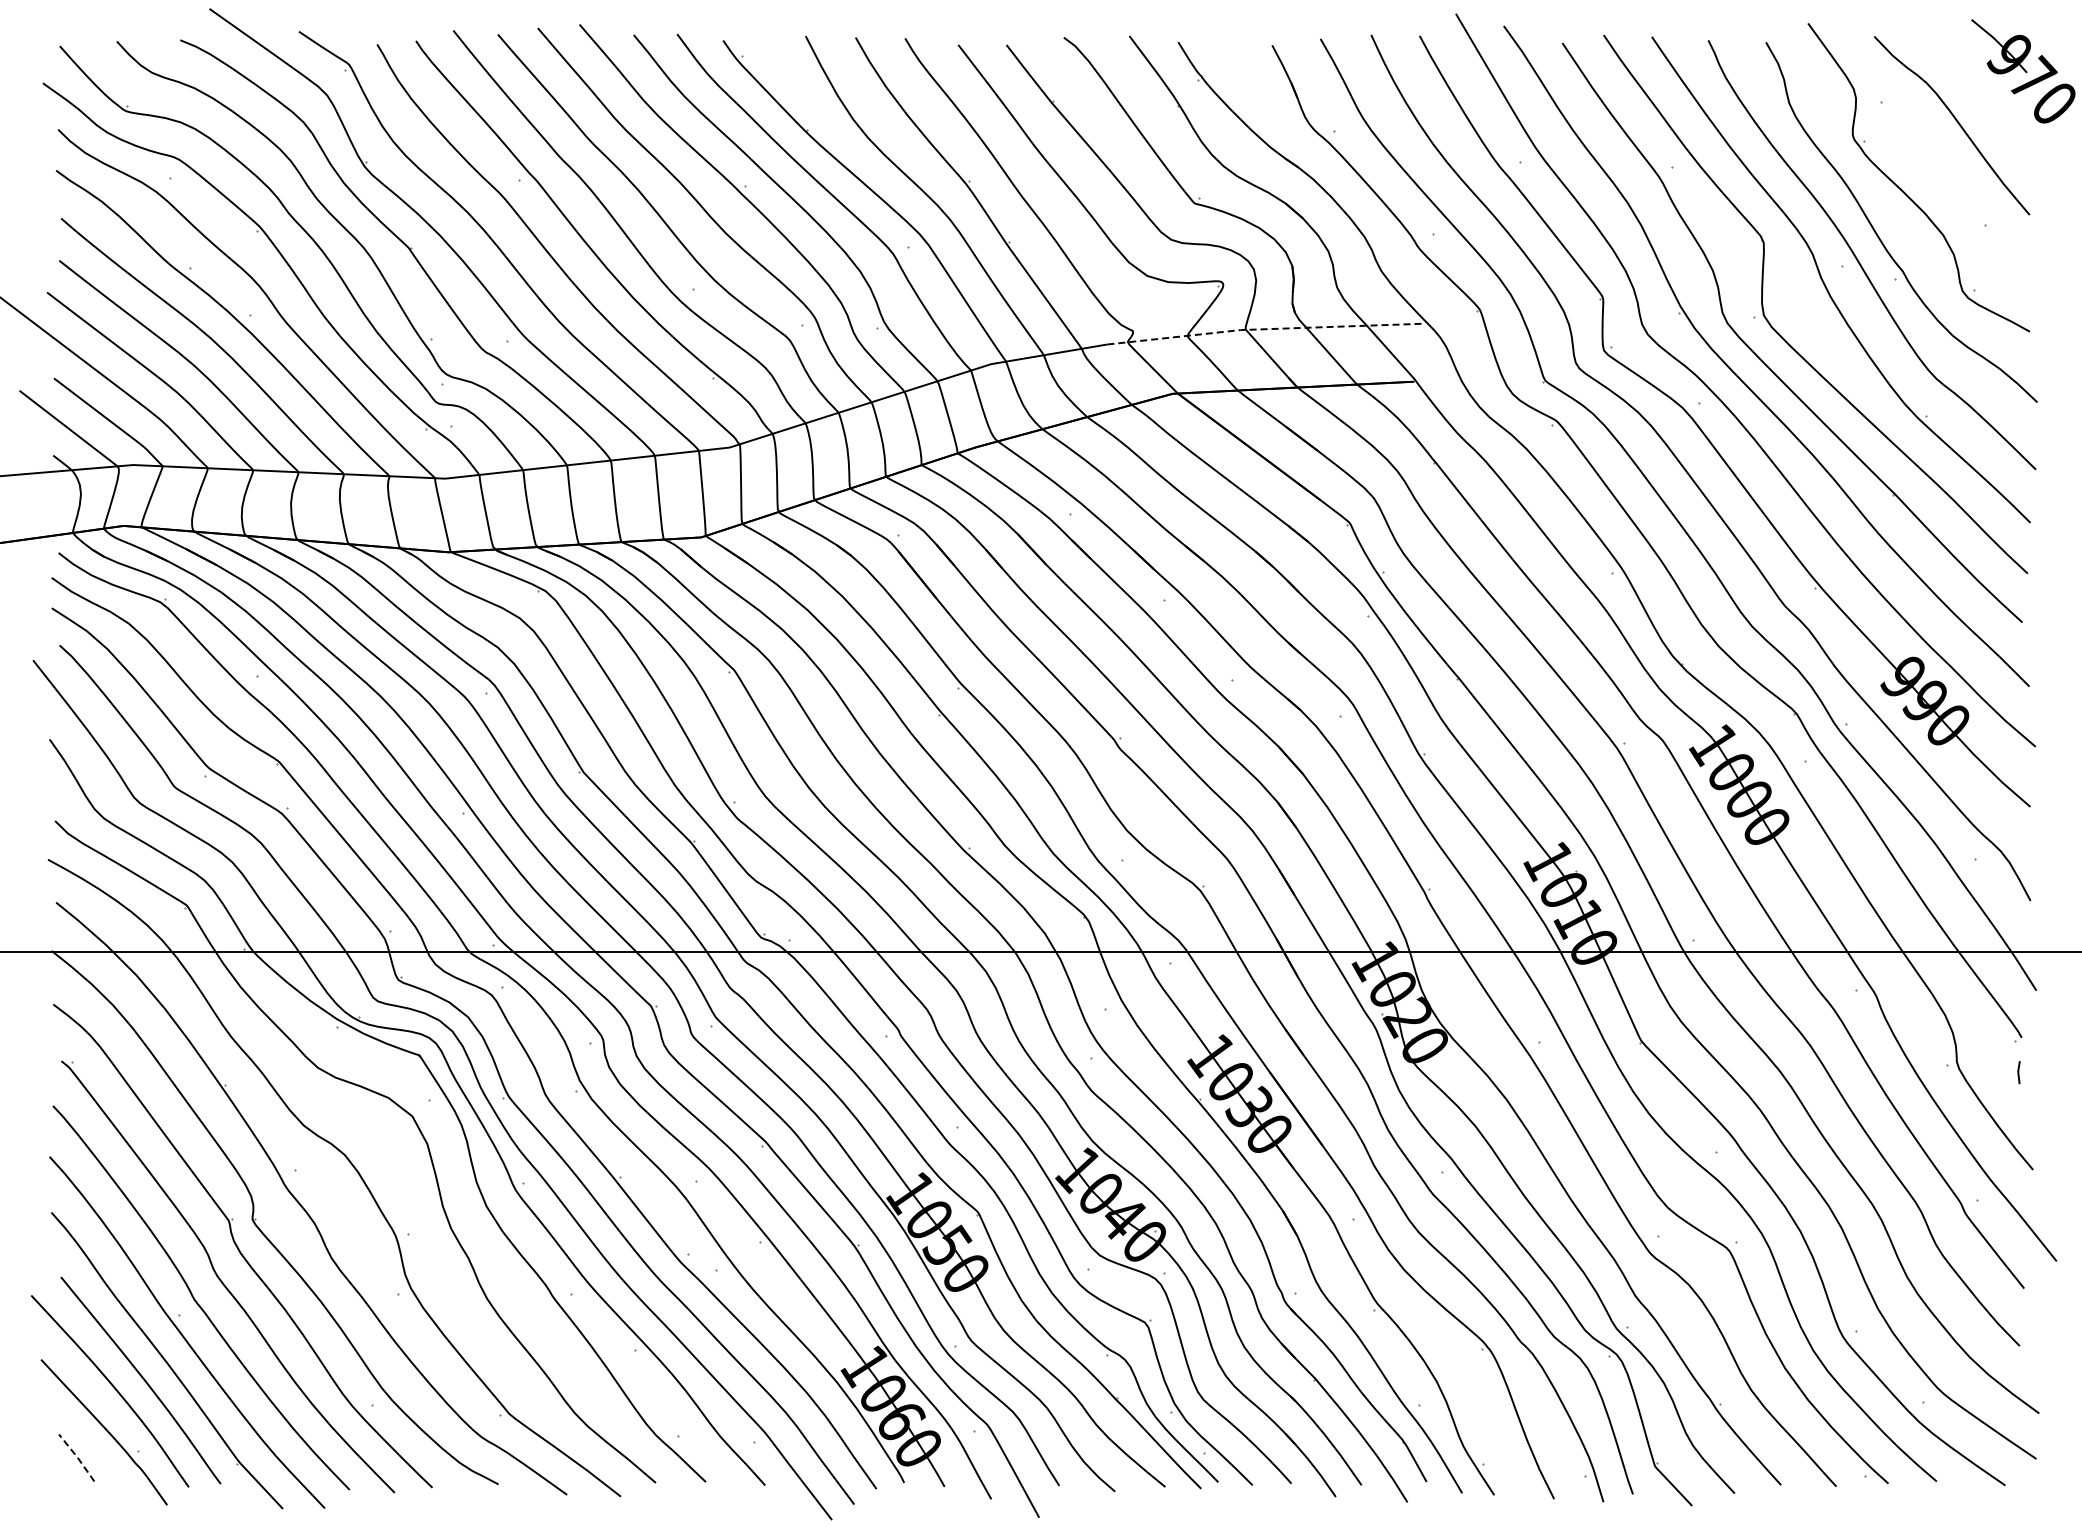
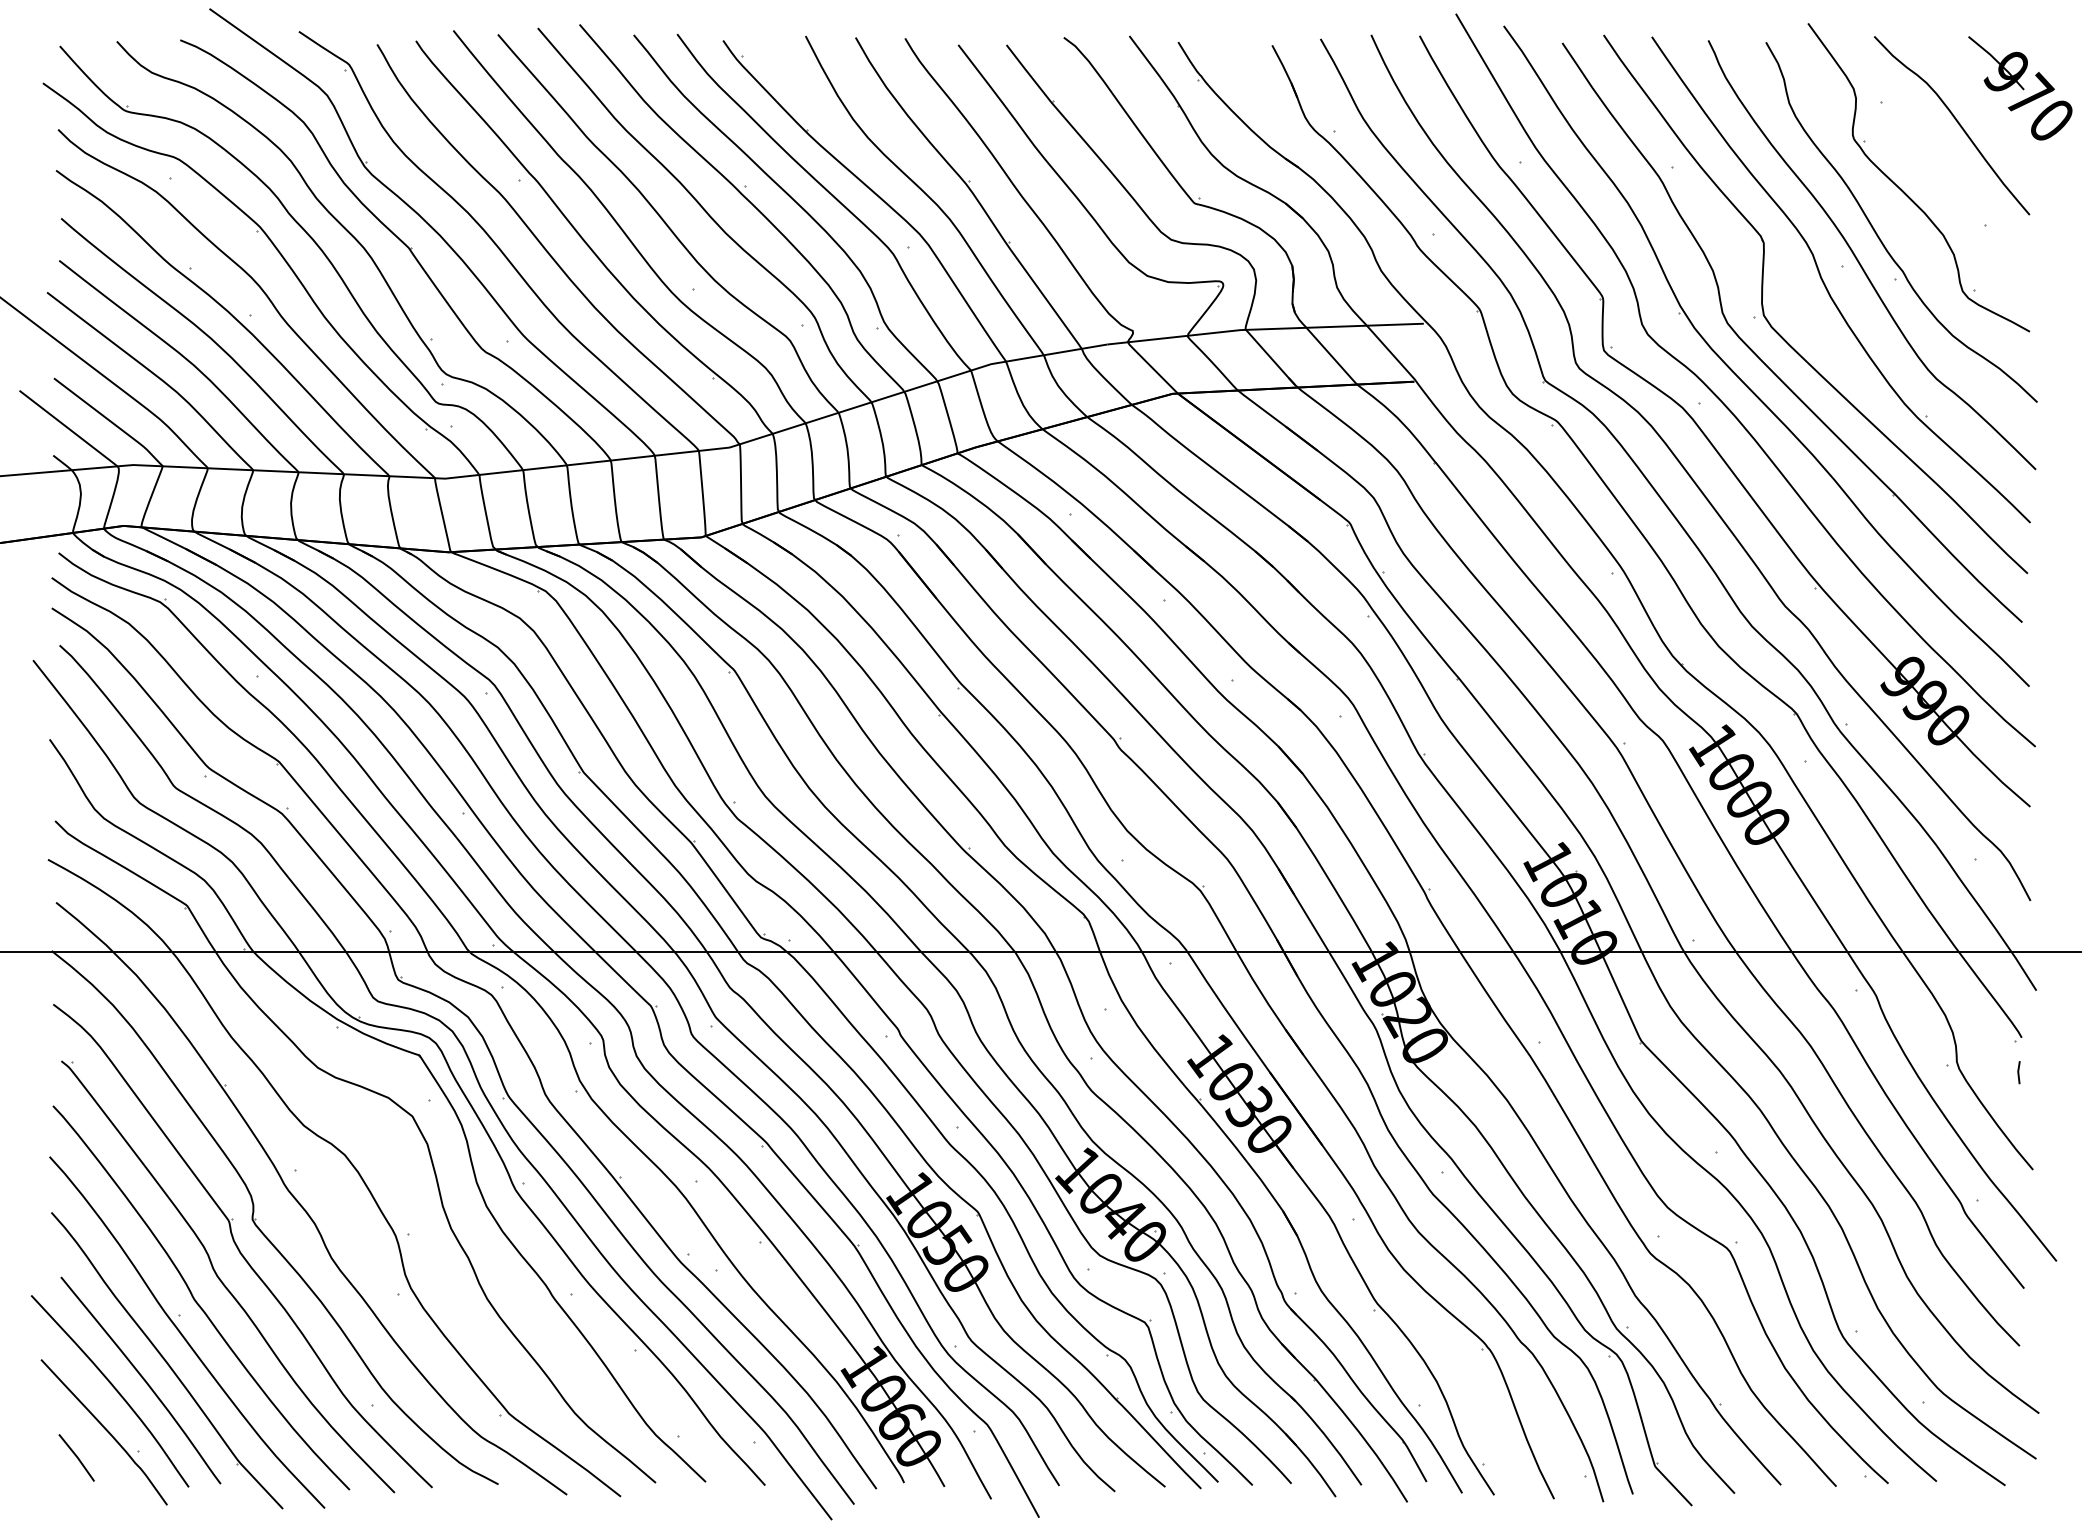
part at (2023, 71) position: (2023, 71) -> (2020, 88)
line at (1265, 329): dashed -> solid
line at (77, 1457): dashed -> solid
